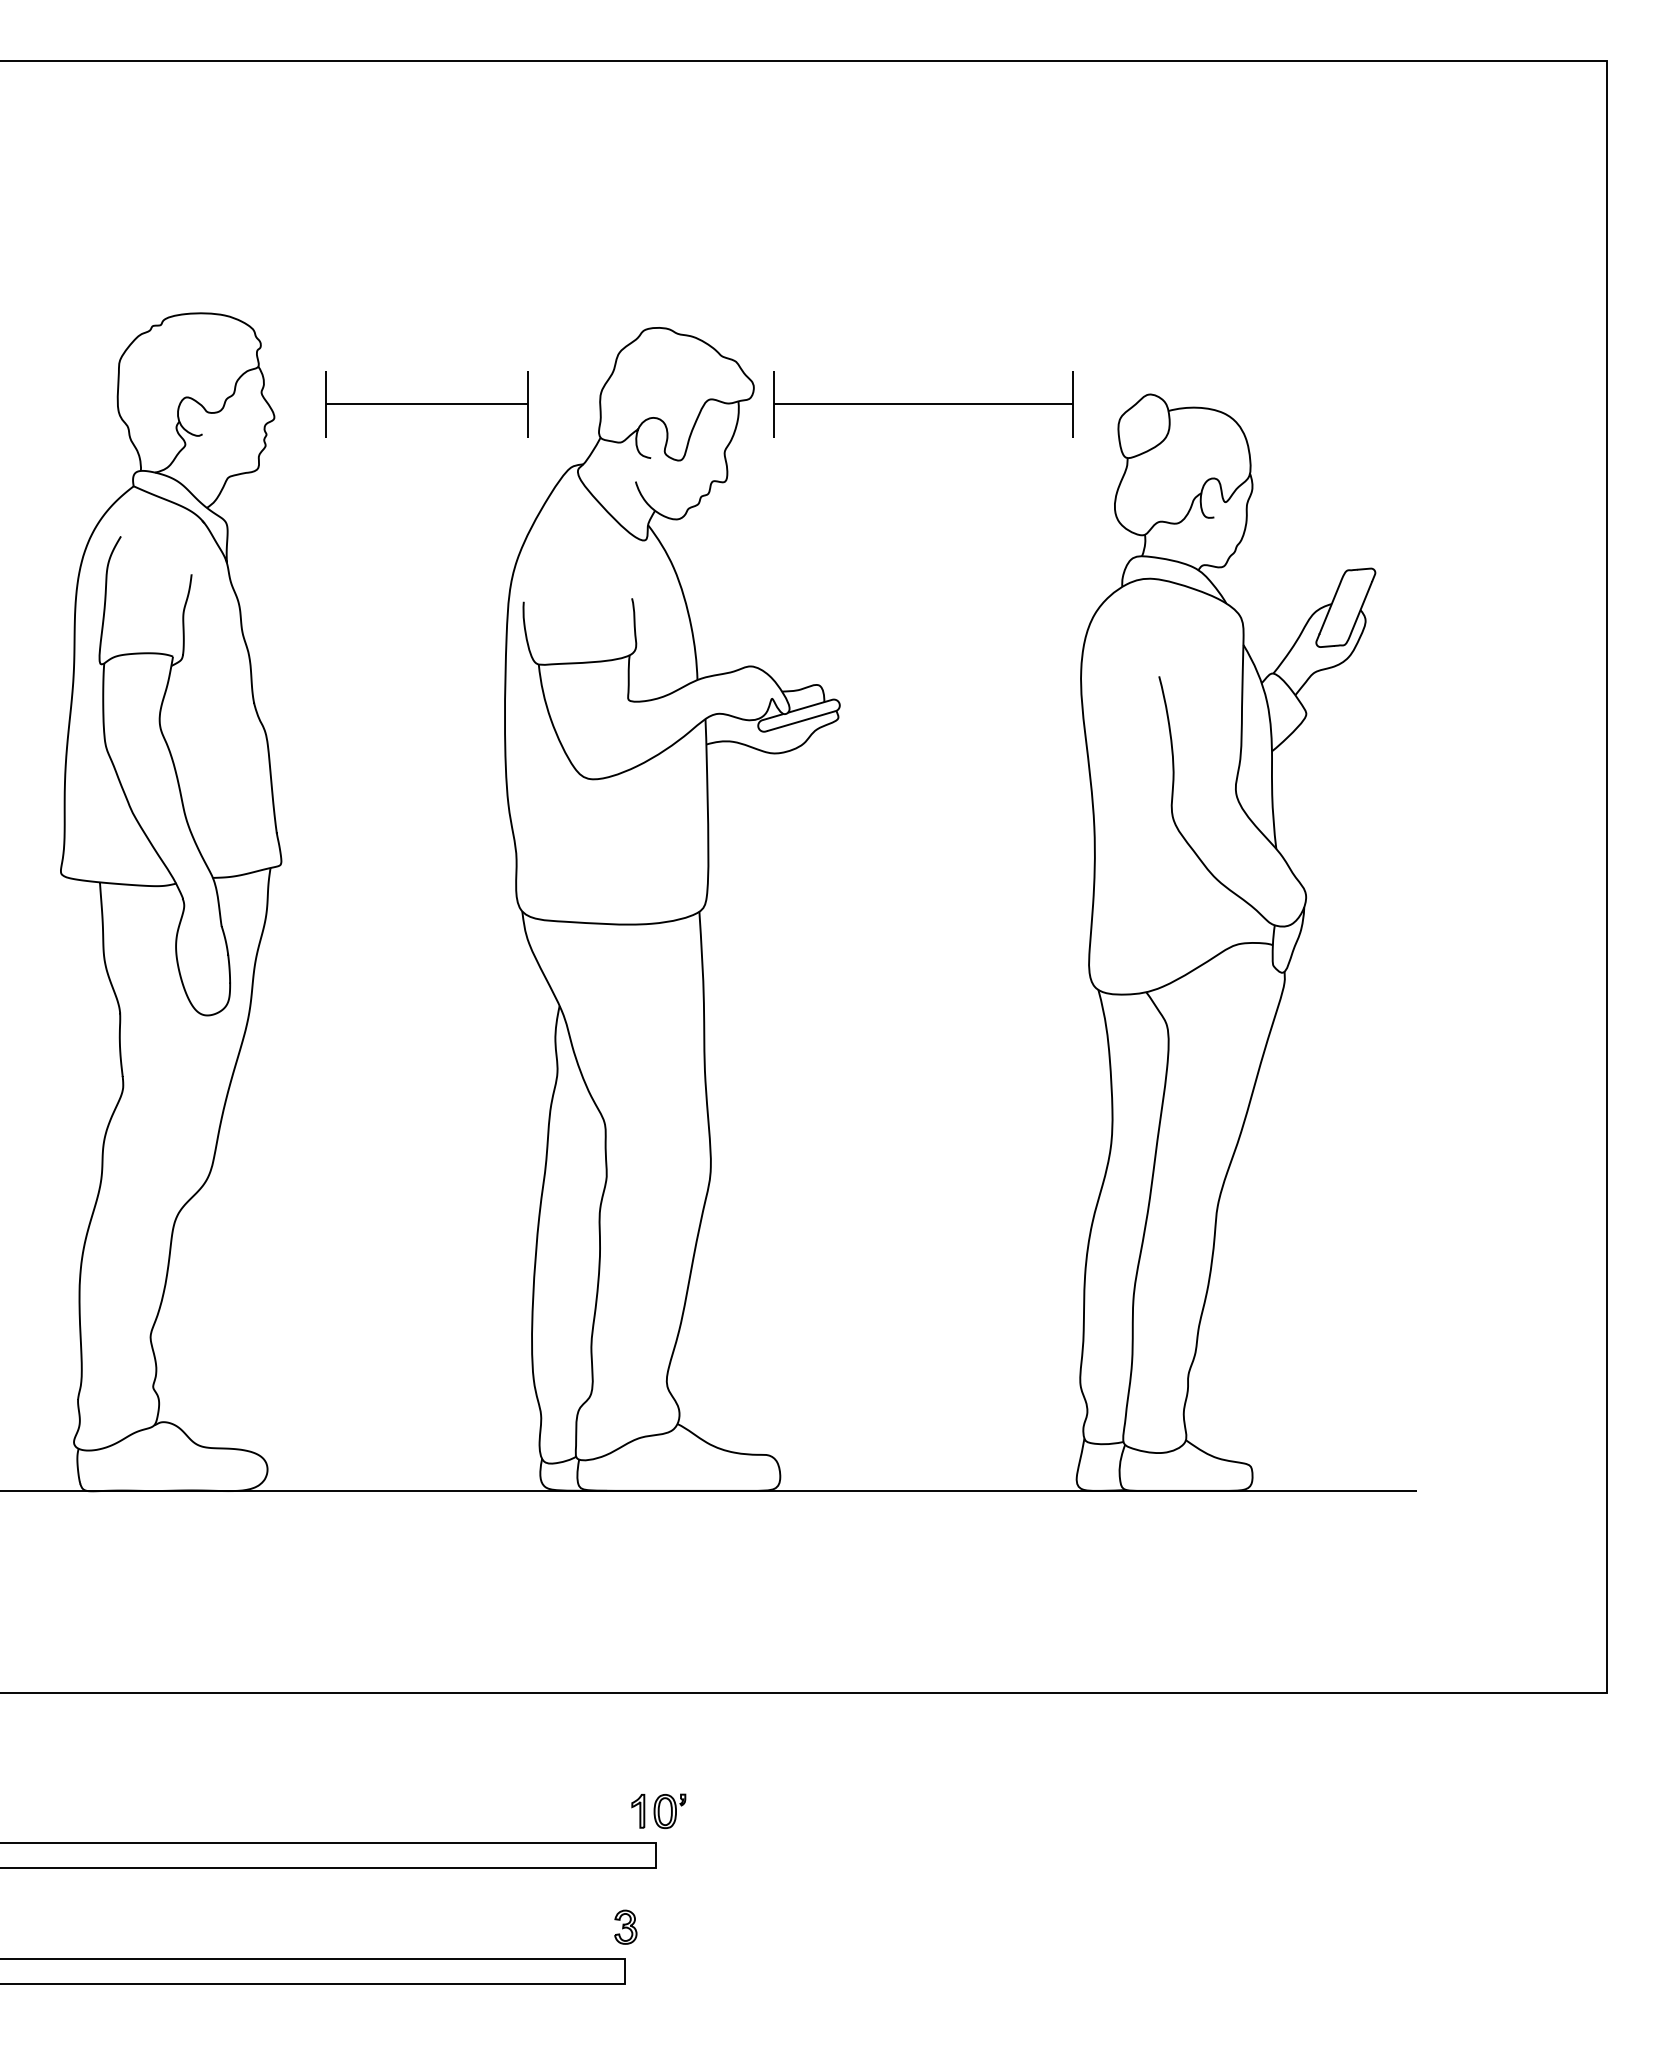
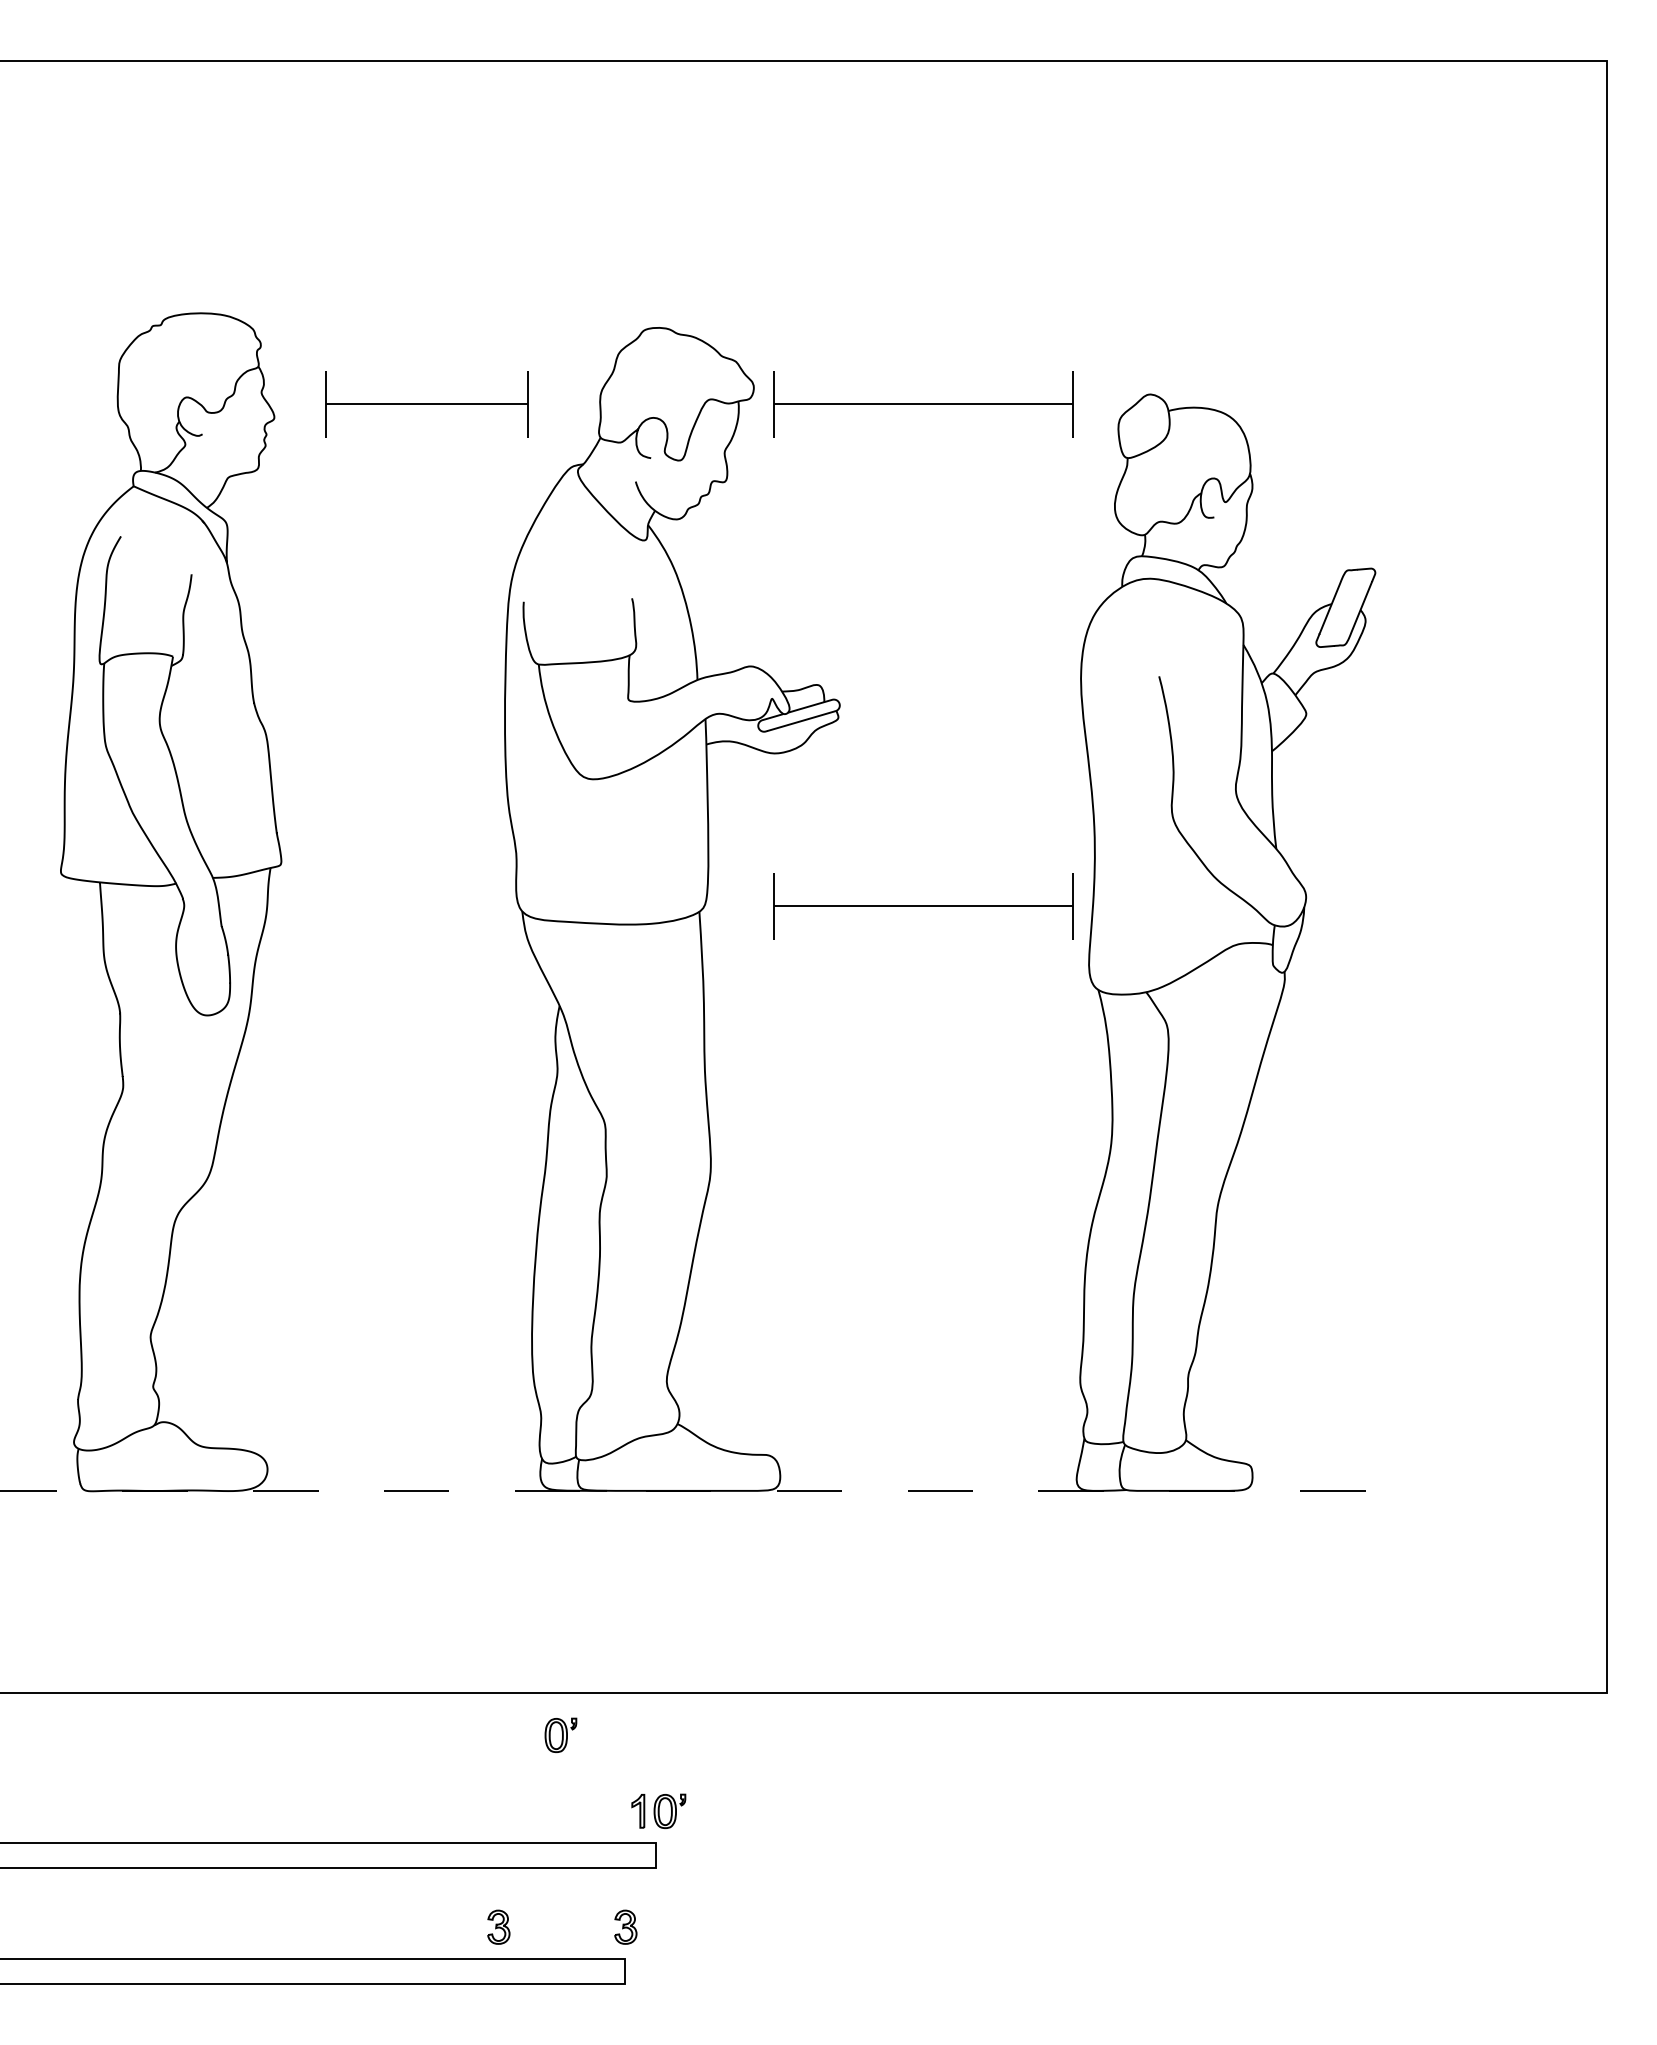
part at (923, 906): none -> present
line at (709, 1490): solid -> dashed
part at (560, 1734): none -> present
part at (498, 1926): none -> present
